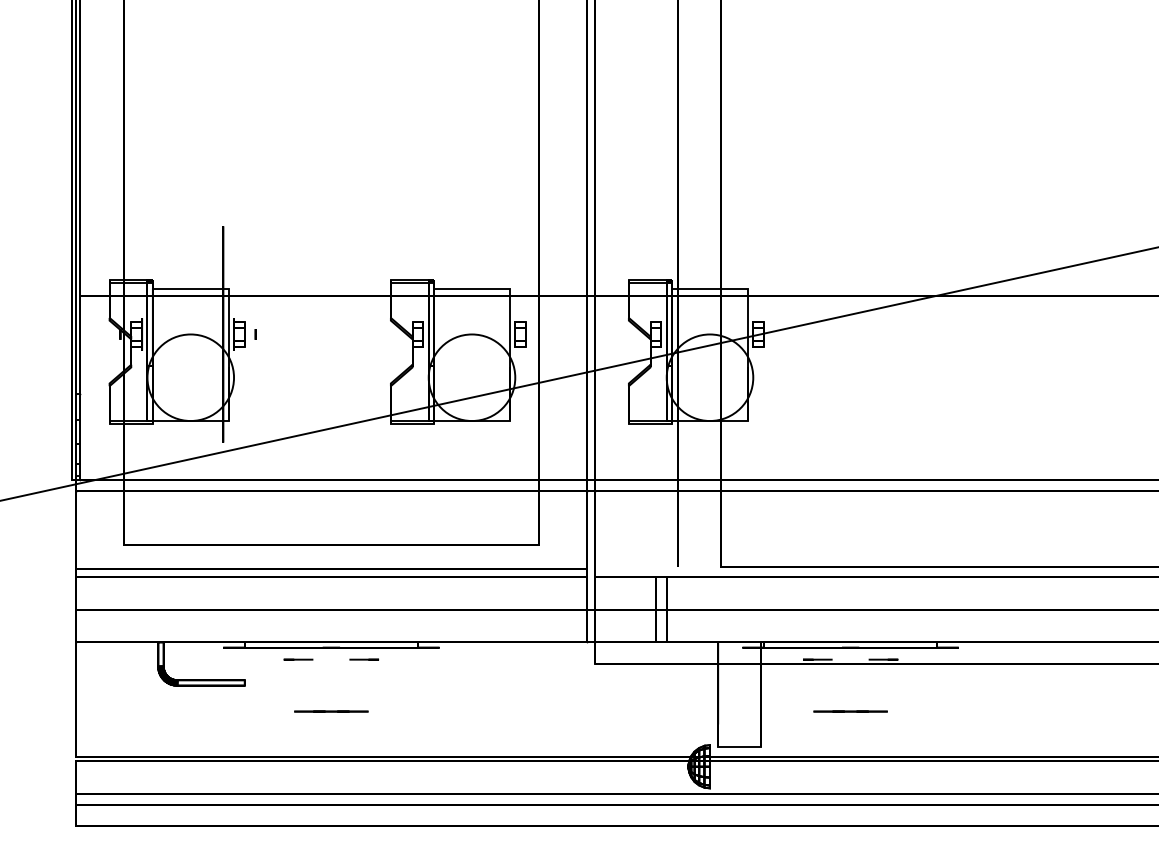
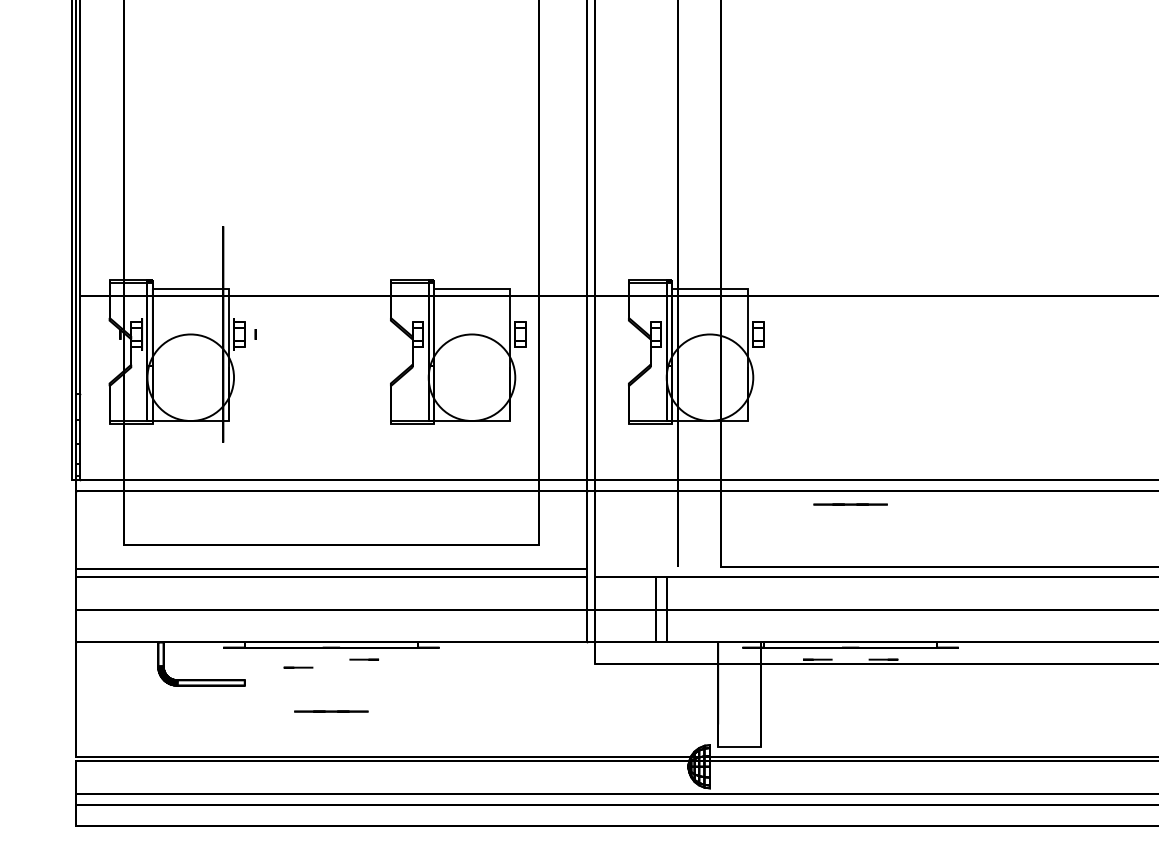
line at (578, 373): present -> none
line at (298, 659) position: (298, 659) -> (298, 667)
line at (850, 711) position: (850, 711) -> (850, 504)
